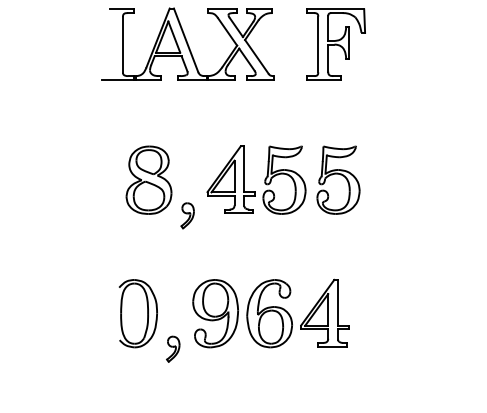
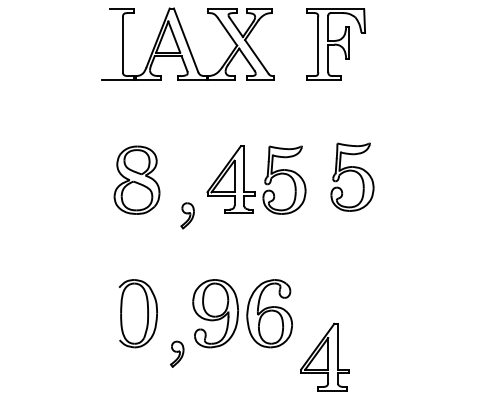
part at (148, 179) position: (148, 179) -> (136, 179)
part at (338, 179) position: (338, 179) -> (352, 176)
part at (324, 312) position: (324, 312) -> (324, 356)
part at (173, 348) position: (173, 348) -> (177, 353)
